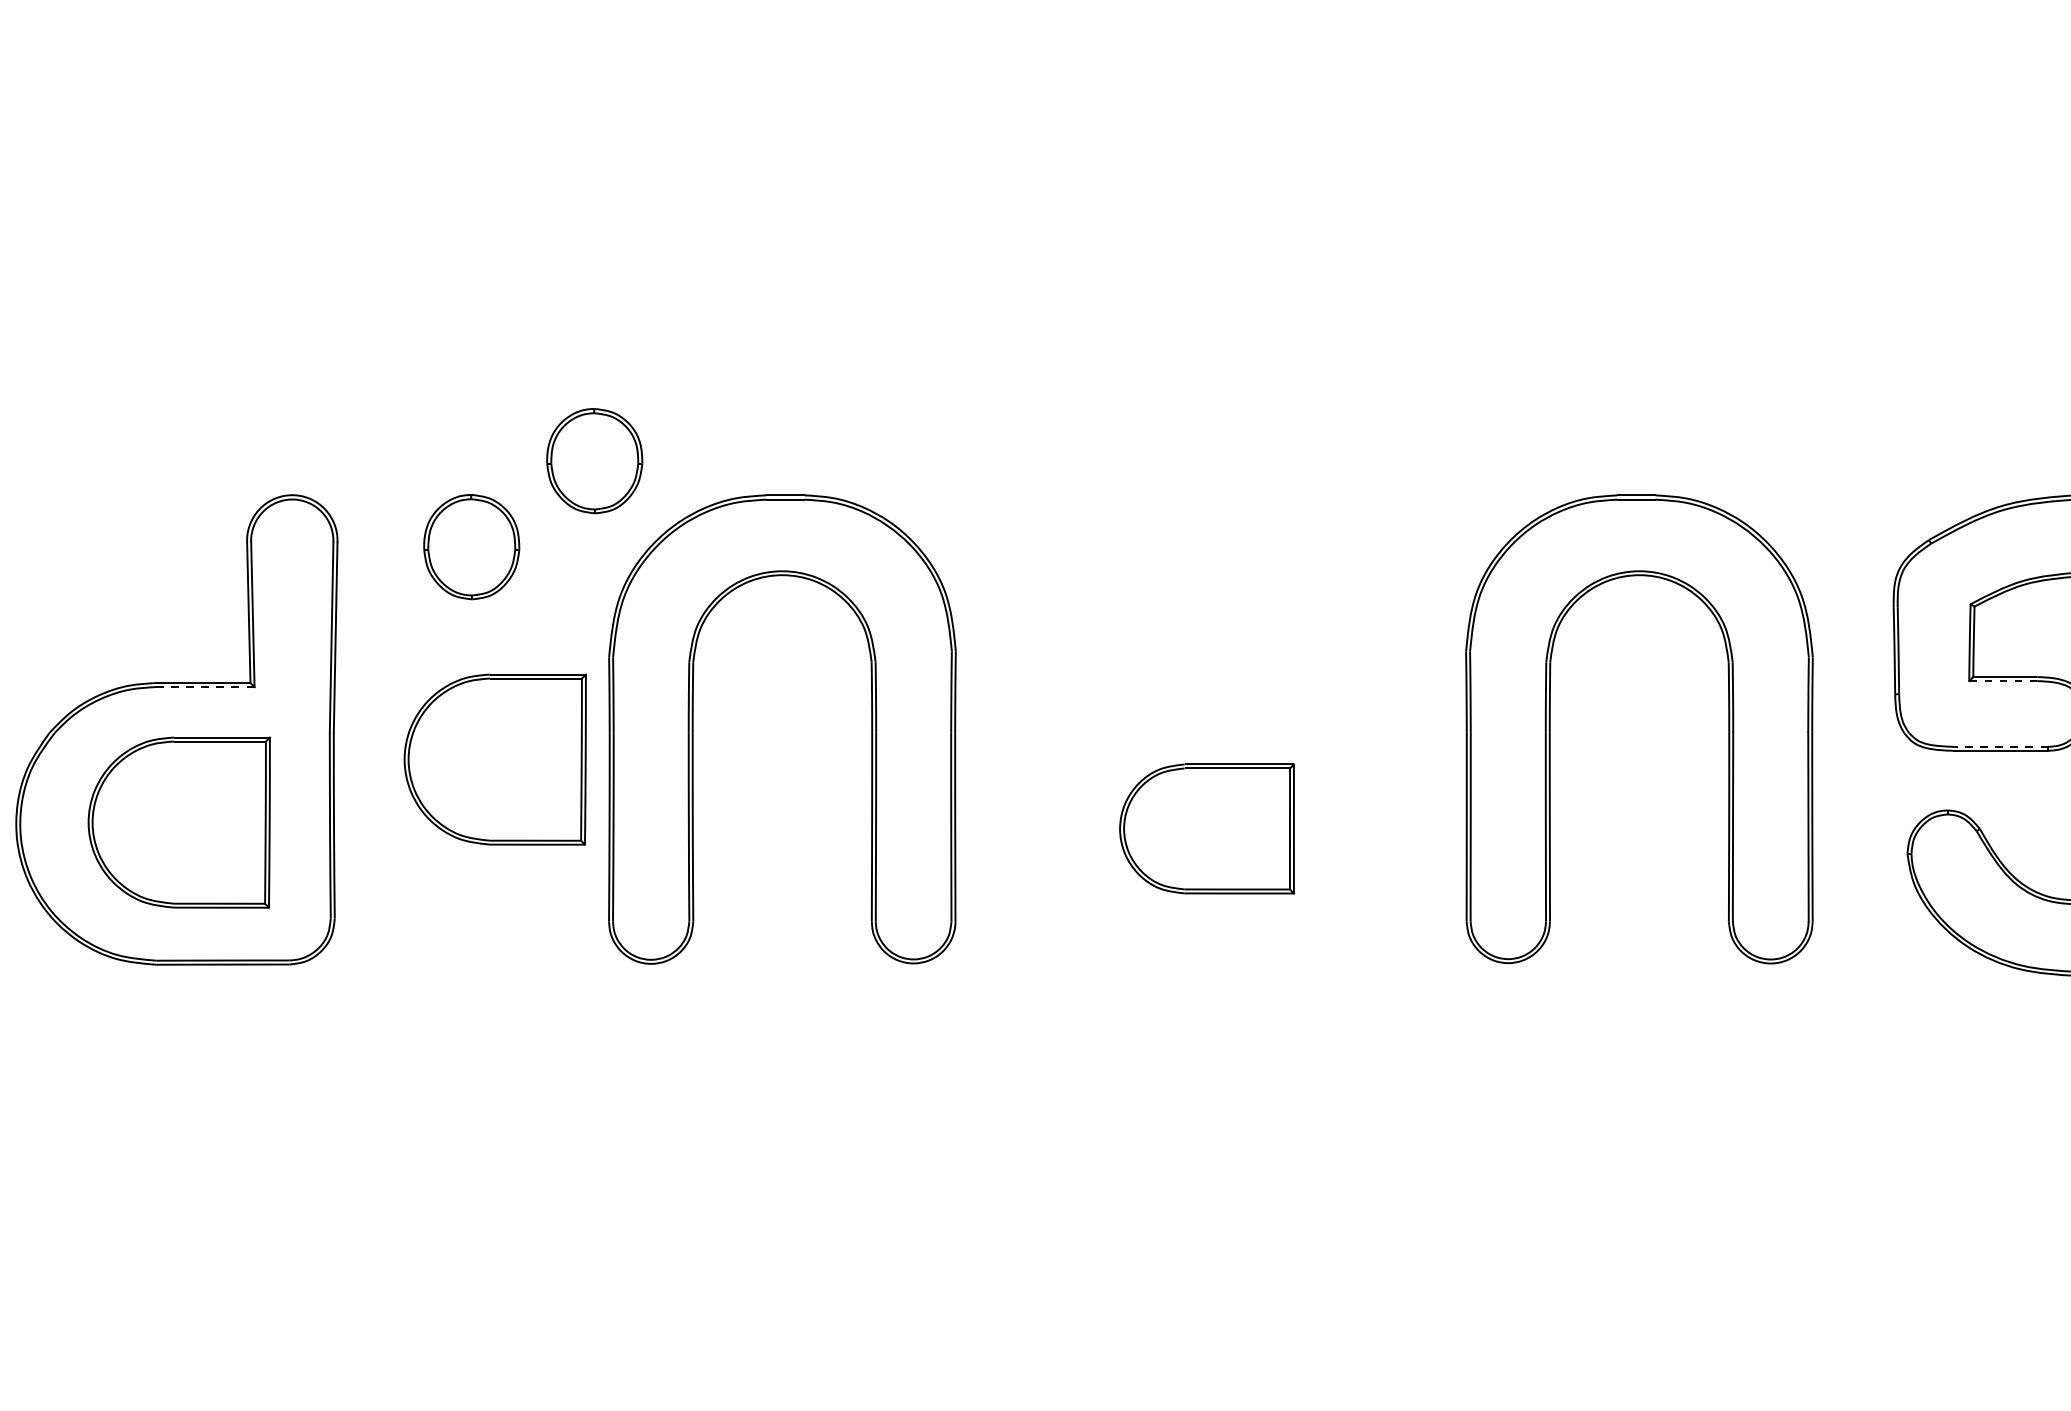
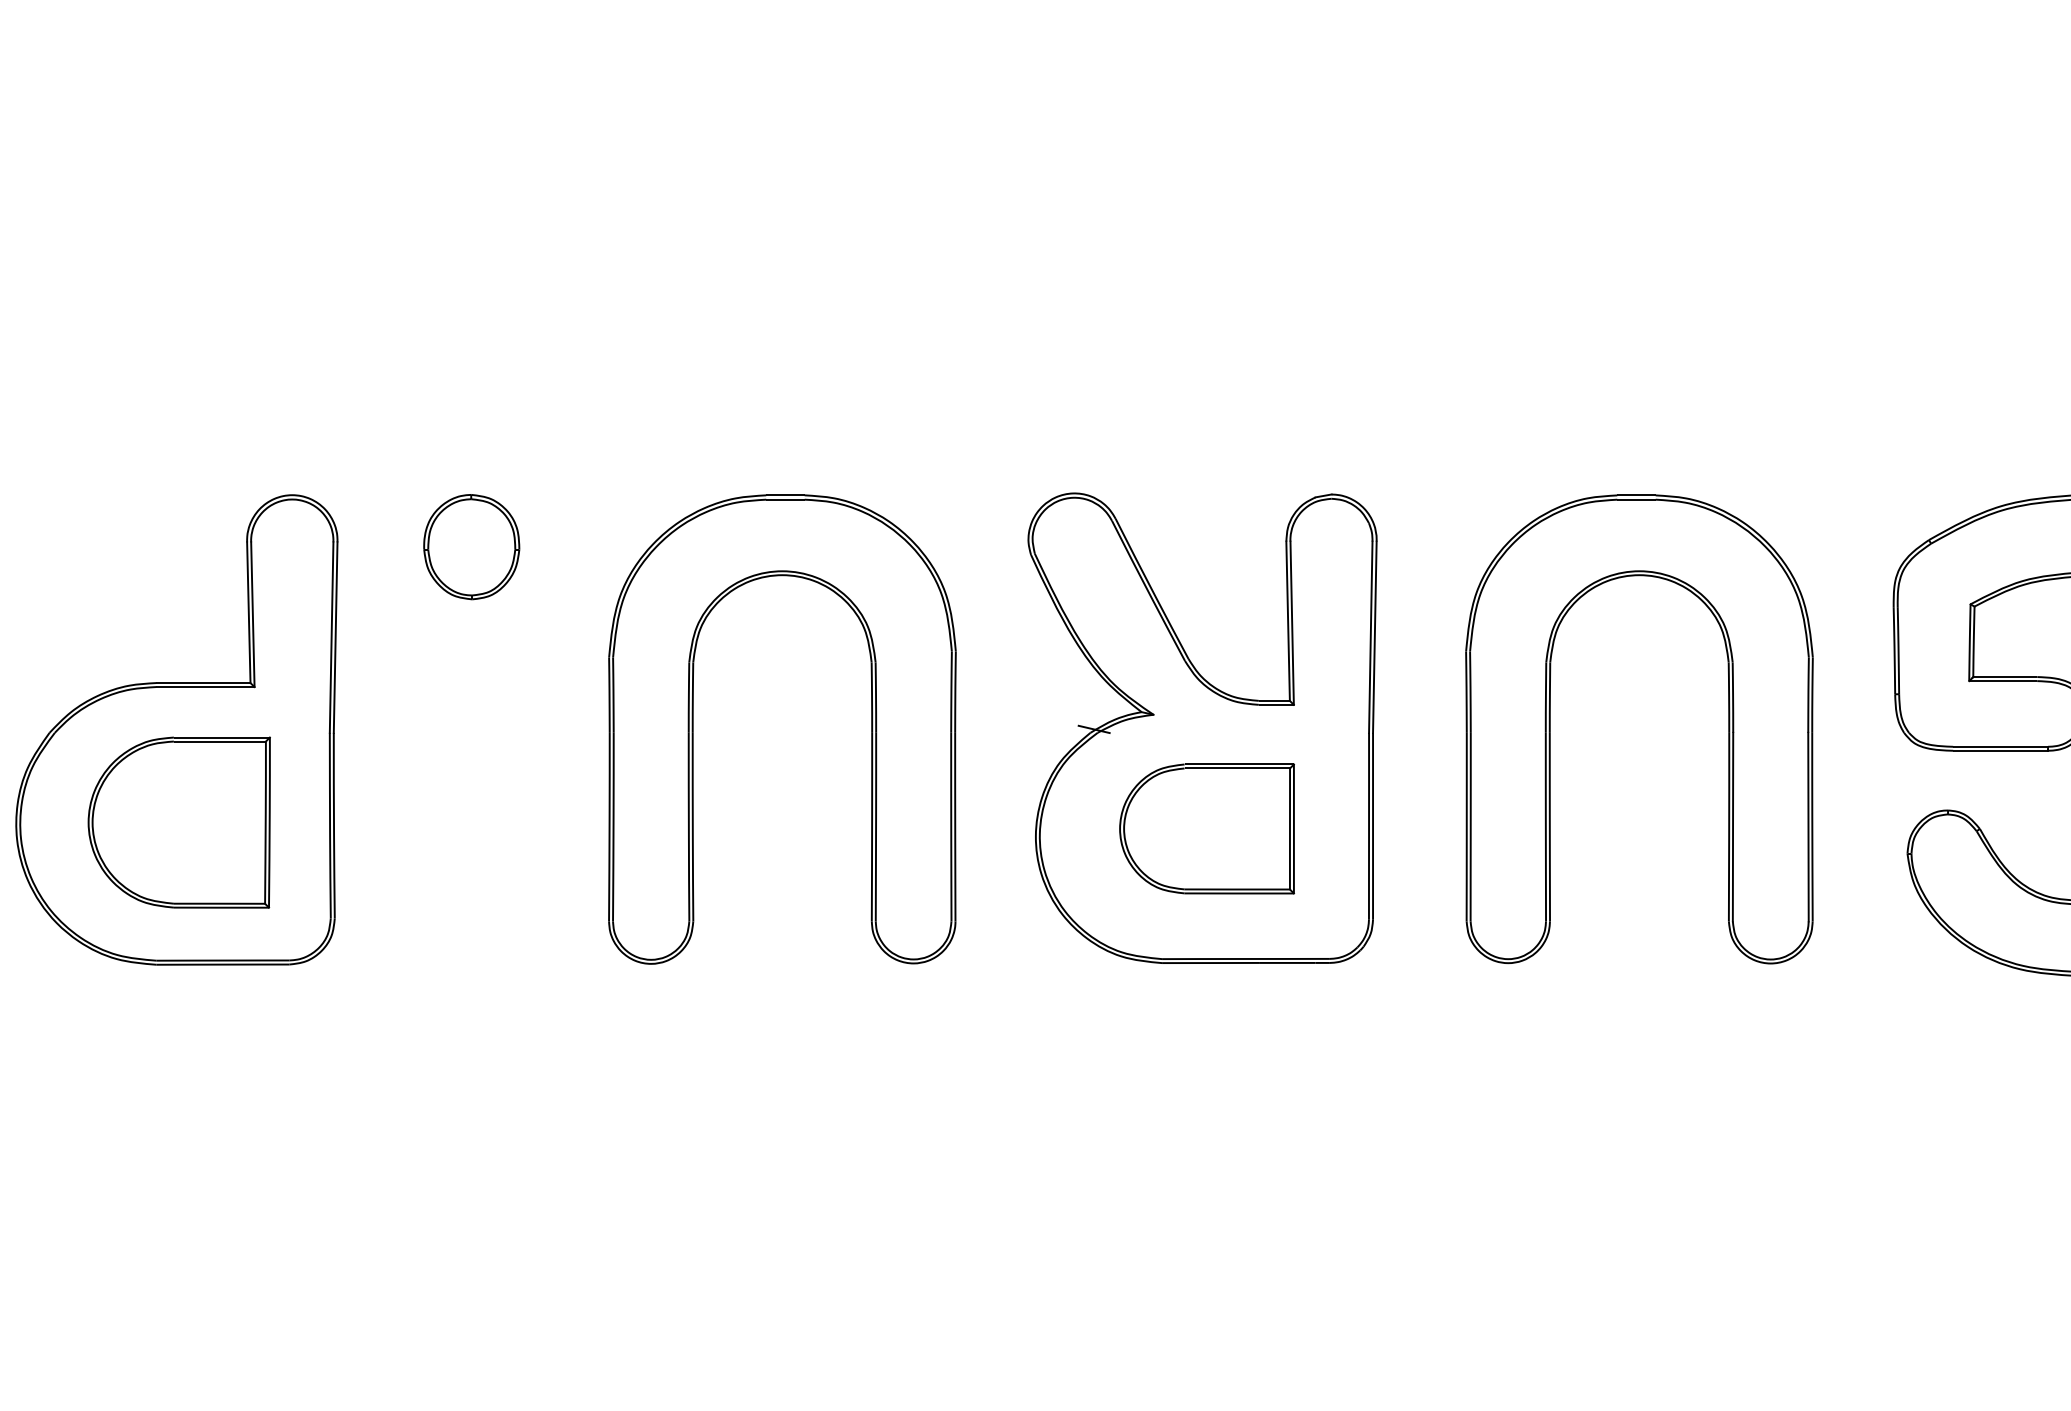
part at (594, 461): present -> none
line at (2003, 681): dashed -> solid
line at (206, 687): dashed -> solid
part at (1202, 727): none -> present
line at (1999, 746): dashed -> solid
part at (494, 759): present -> none
